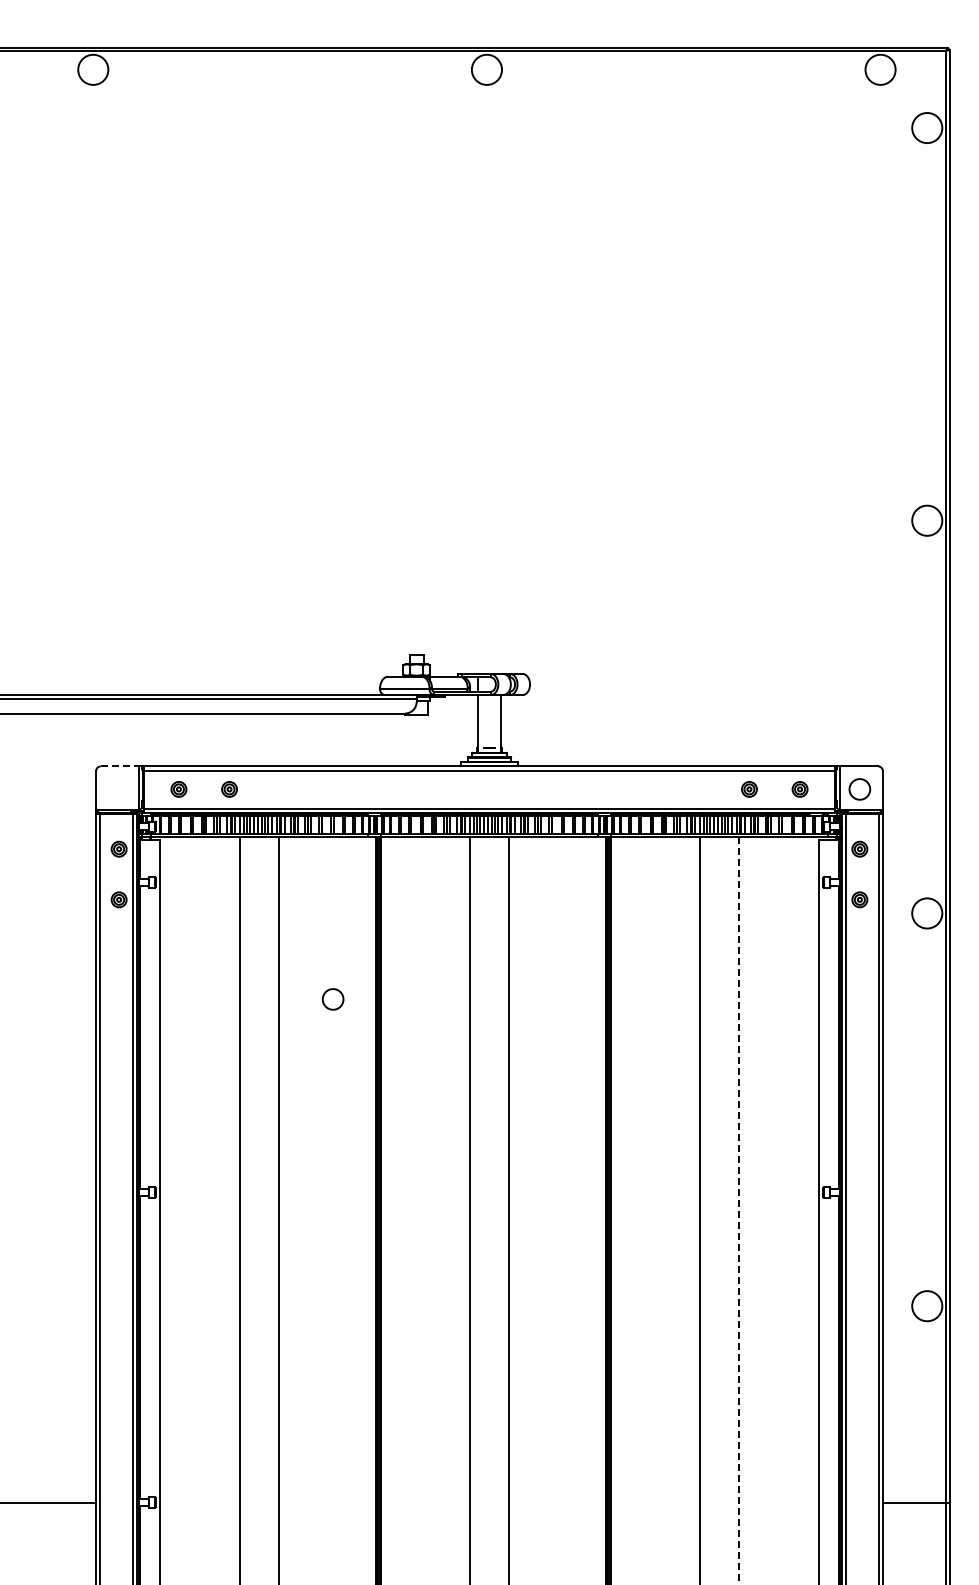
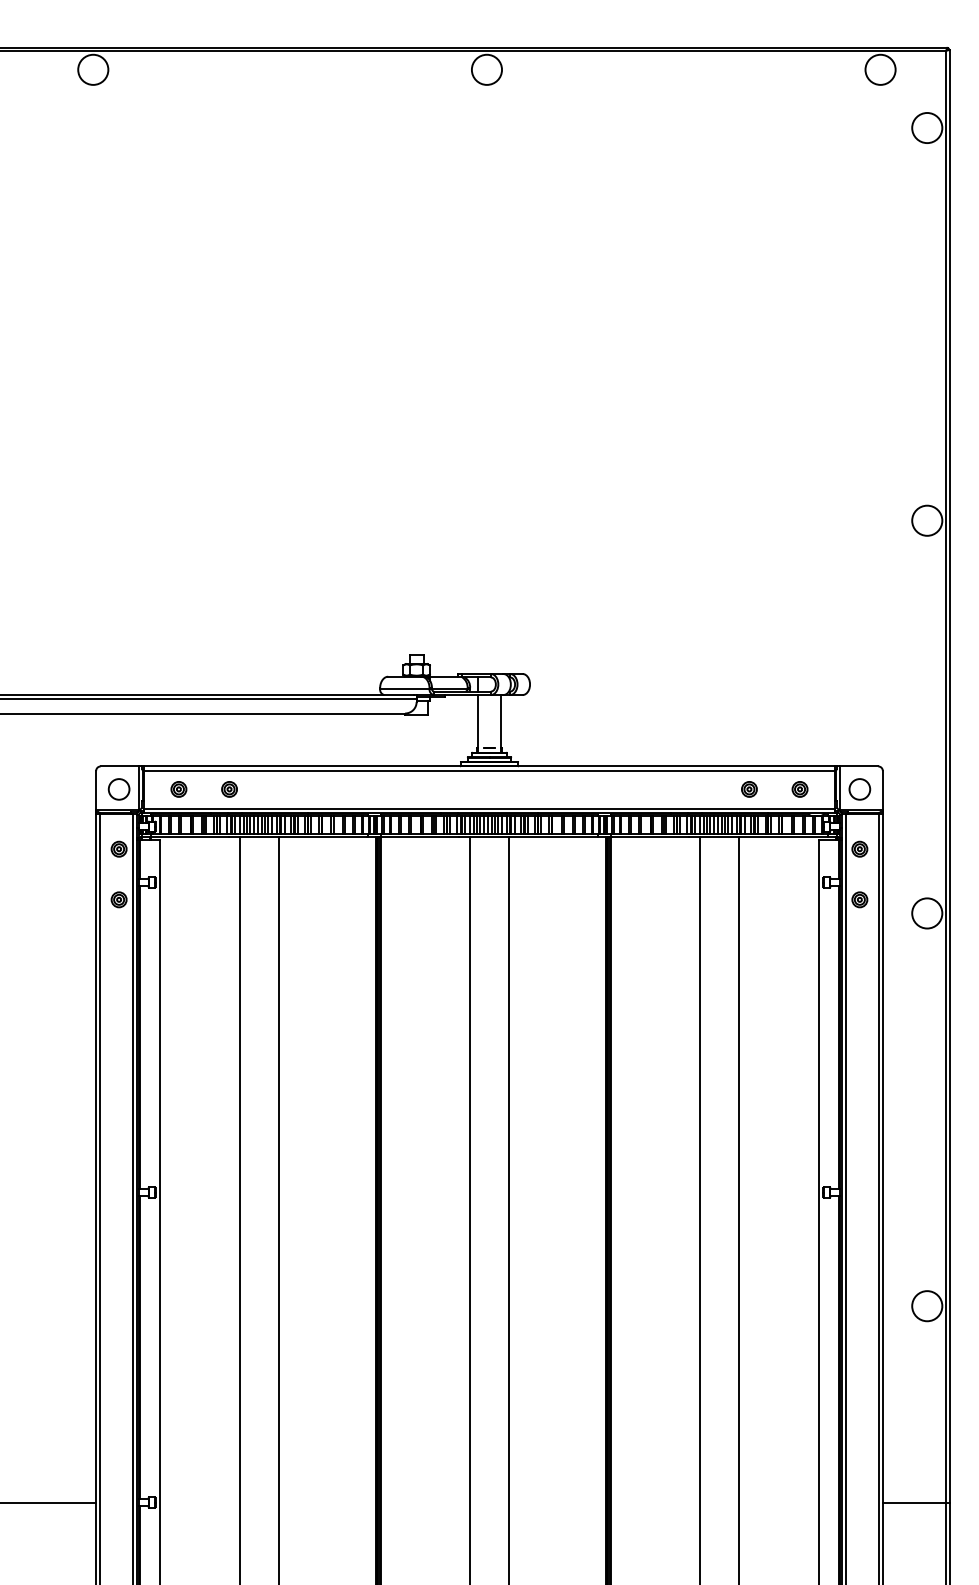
line at (120, 766): dashed -> solid
circle at (332, 999) position: (332, 999) -> (118, 789)
line at (739, 1210): dashed -> solid
